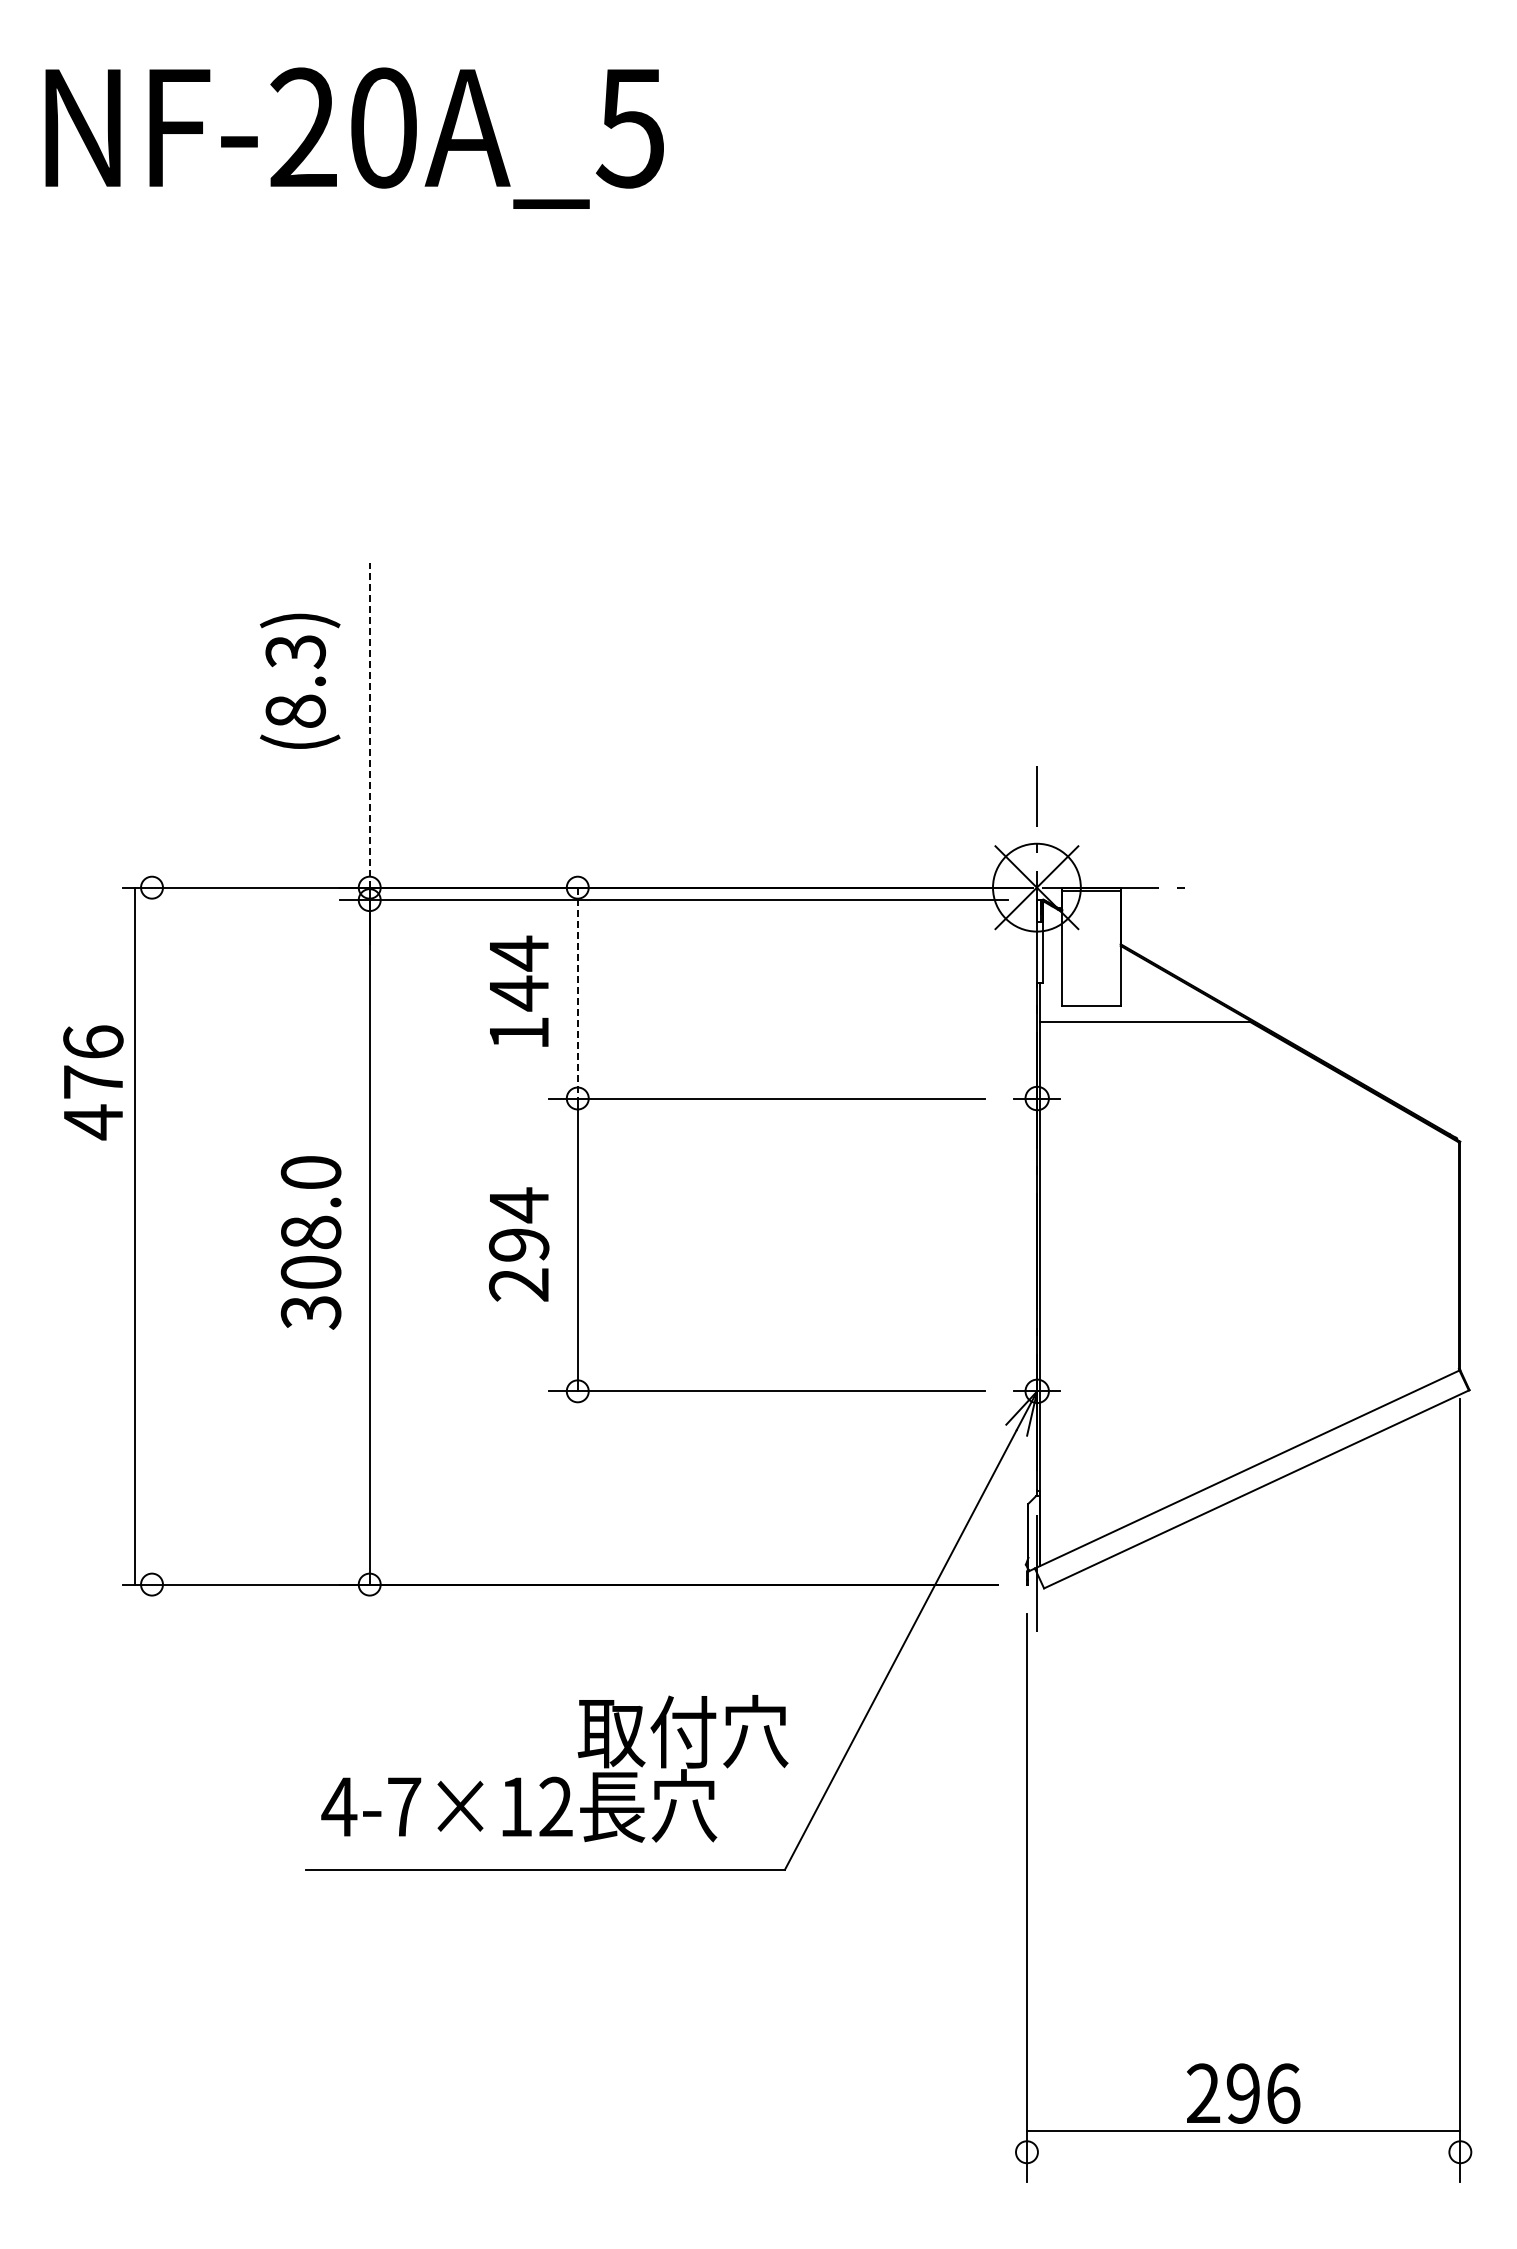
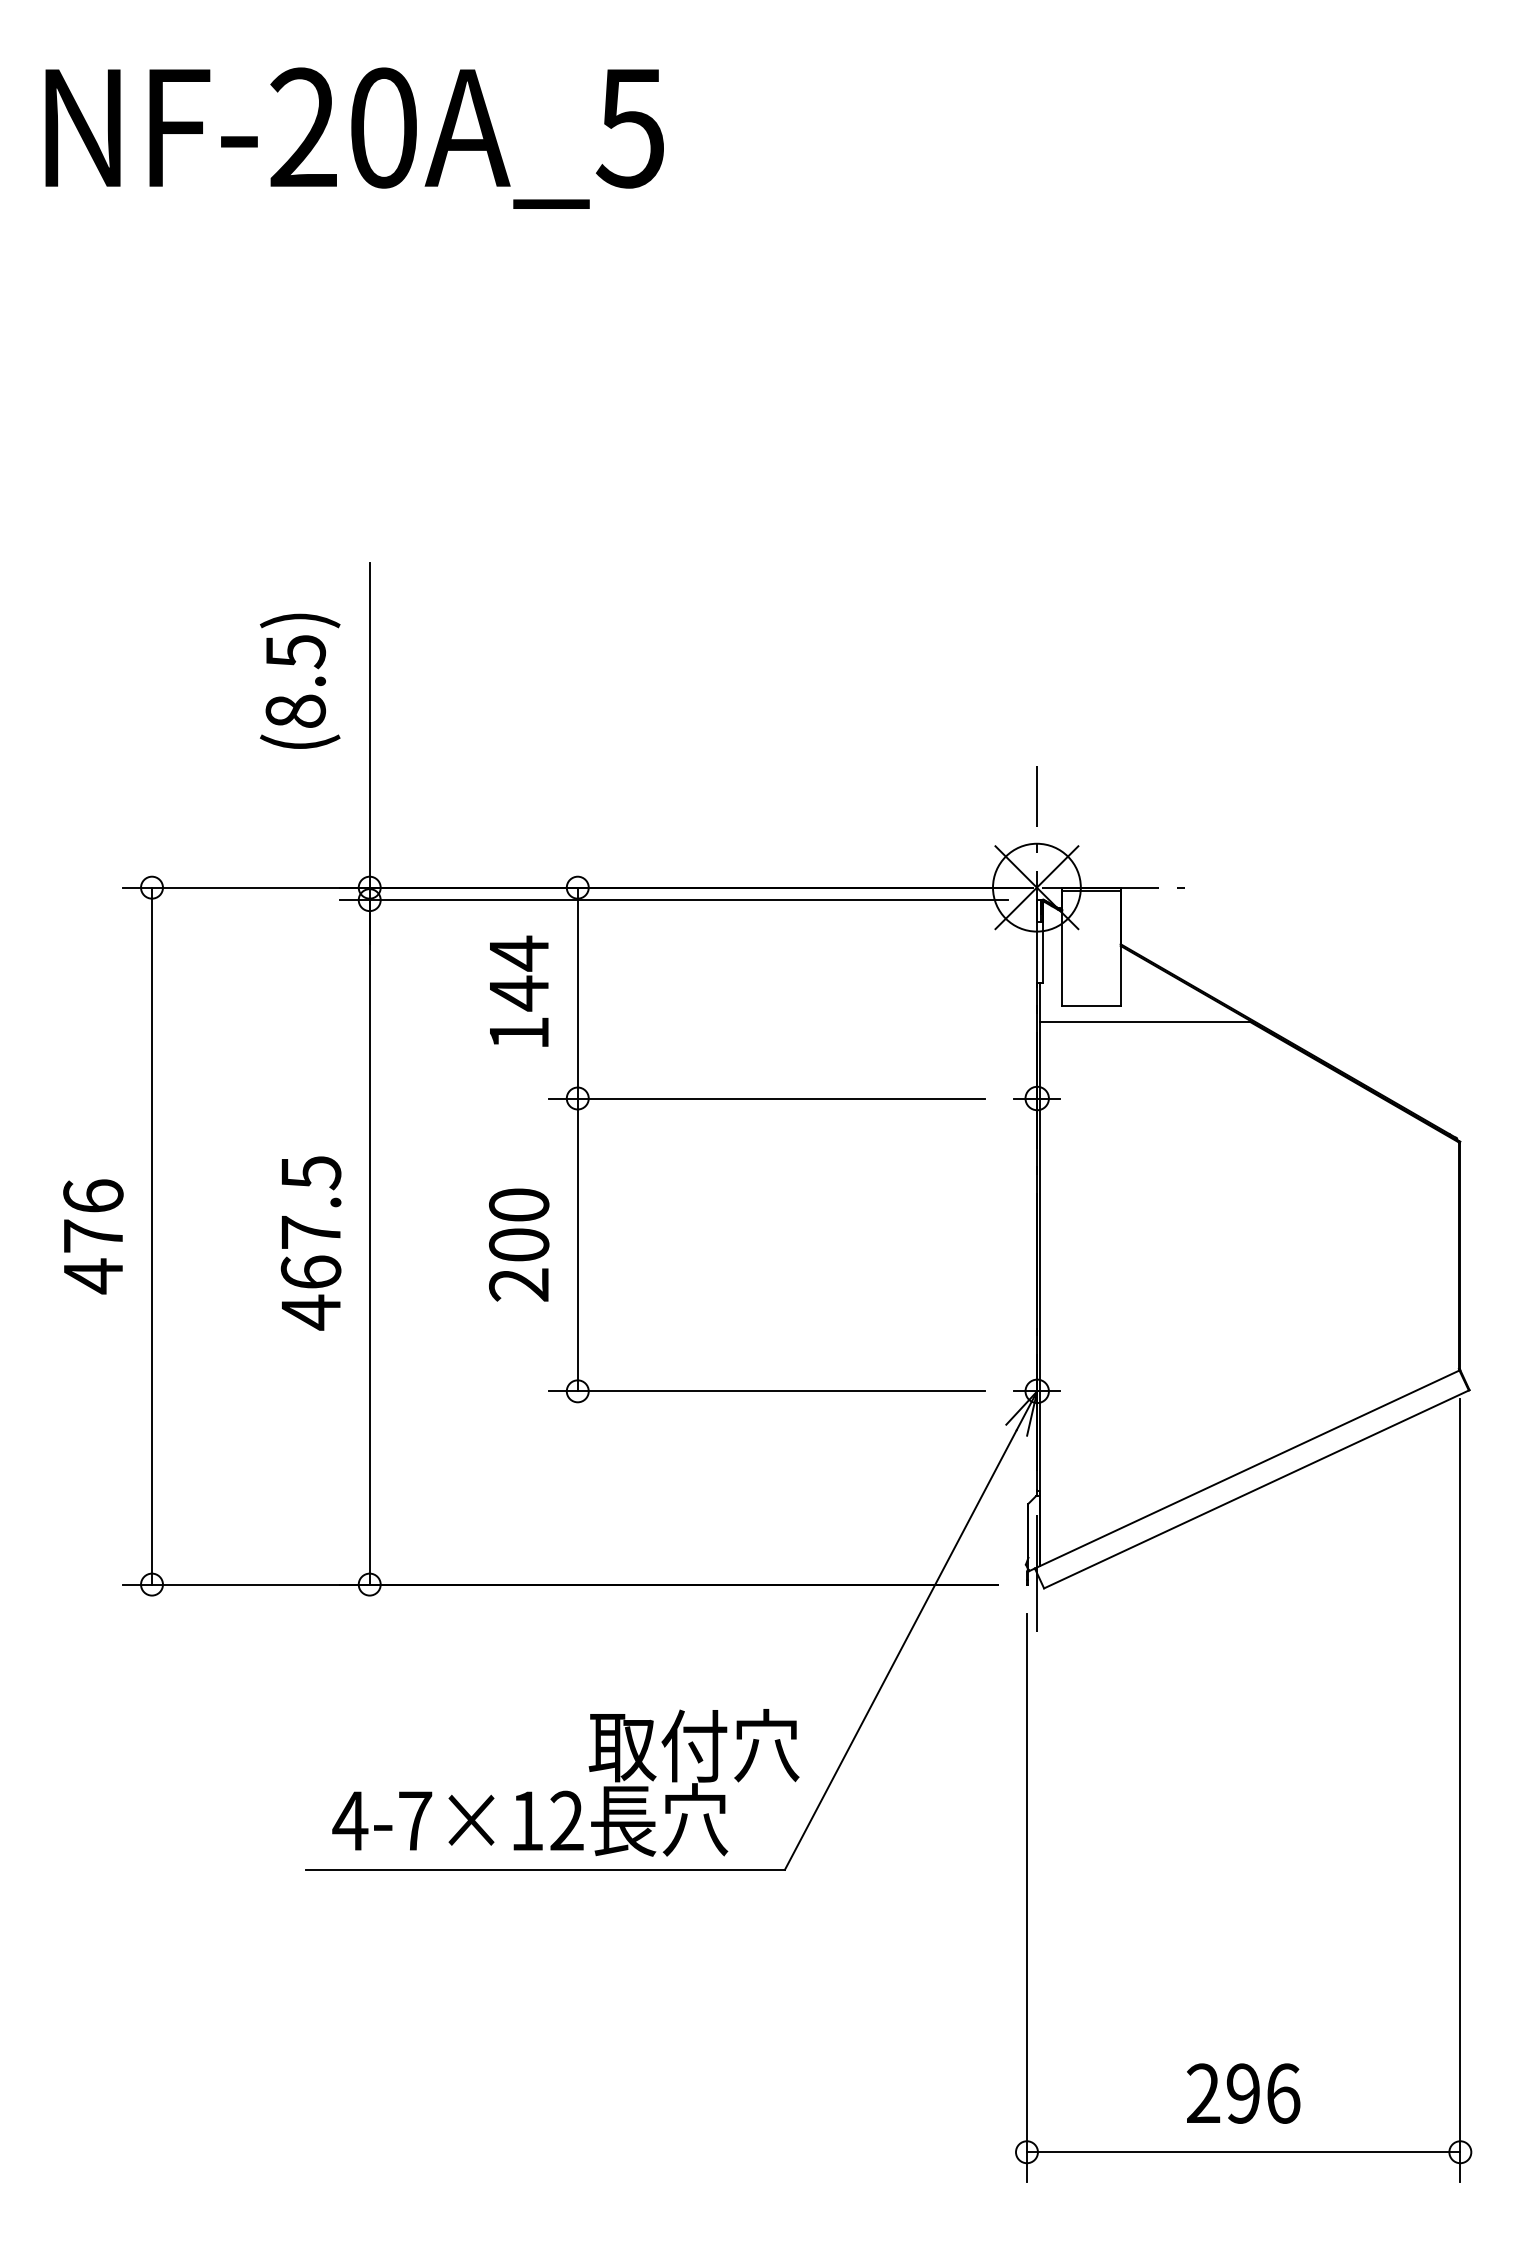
text at (295, 652): (8.3) -> (8.5)
line at (369, 724): dashed -> solid
line at (577, 993): dashed -> solid
text at (93, 1082) position: (93, 1082) -> (93, 1236)
text at (519, 1224): 294 -> 200
line at (135, 1235) position: (135, 1235) -> (152, 1235)
text at (310, 1243): 308.0 -> 467.5
text at (554, 1768) position: (554, 1768) -> (565, 1782)
line at (1243, 2131) position: (1243, 2131) -> (1243, 2152)
